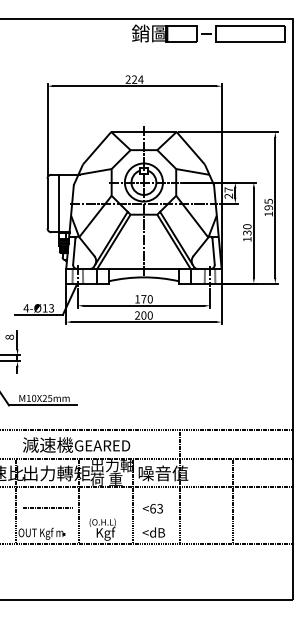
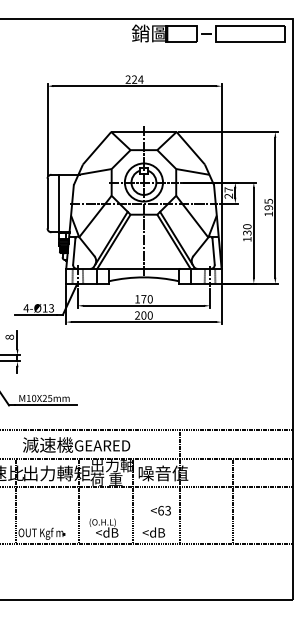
line at (47, 507): present -> none
text at (152, 508) position: (152, 508) -> (160, 510)
text at (107, 533): Kgf -> <dB
